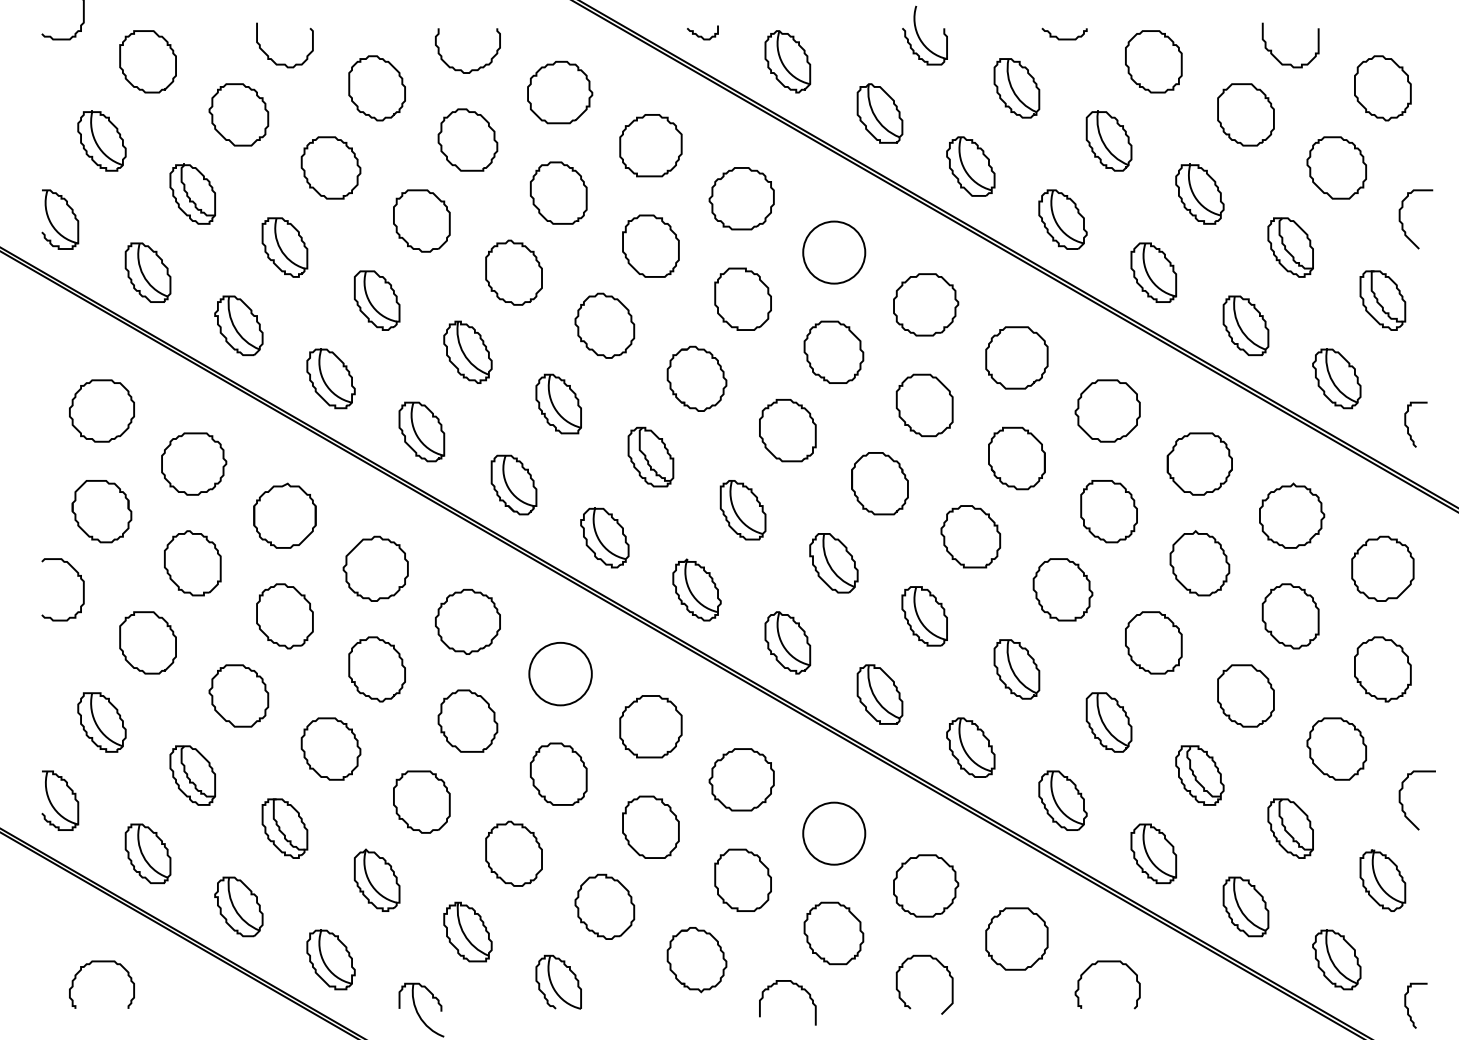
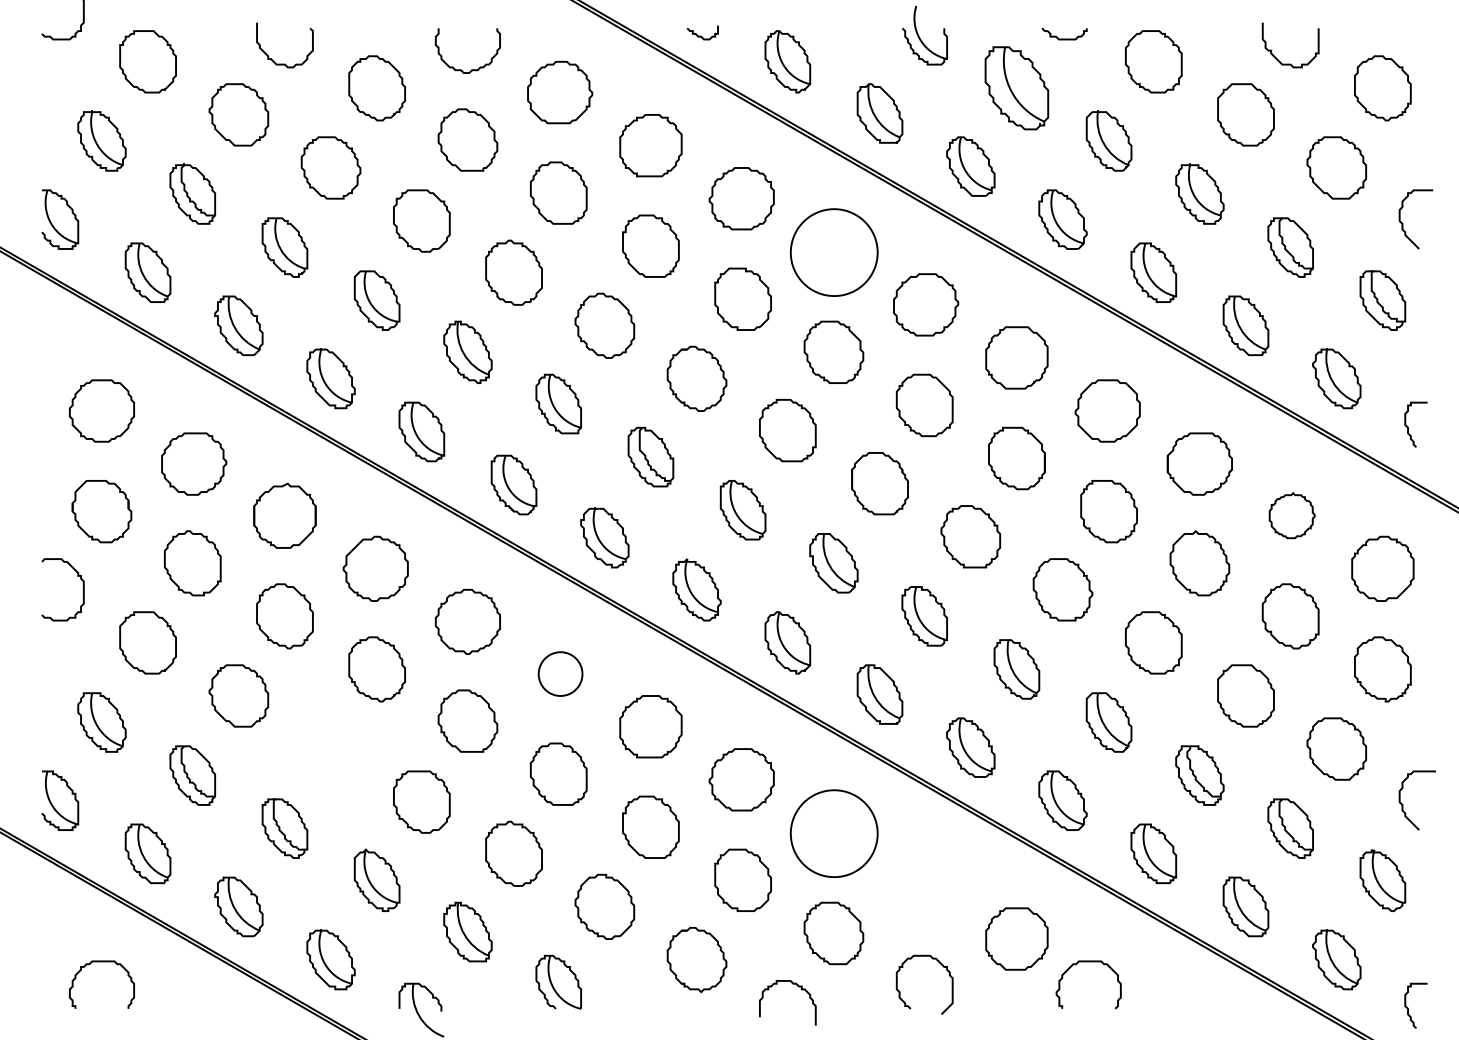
part at (1016, 88) size: 48x61 px -> 66x85 px
circle at (834, 252) diameter: 62 px -> 87 px
part at (1292, 515) size: 67x67 px -> 48x48 px
circle at (560, 673) diameter: 63 px -> 44 px
part at (330, 748): present -> none
circle at (834, 833) diameter: 62 px -> 87 px
part at (926, 885): present -> none
curve at (1107, 962) position: (1107, 962) -> (1088, 962)
